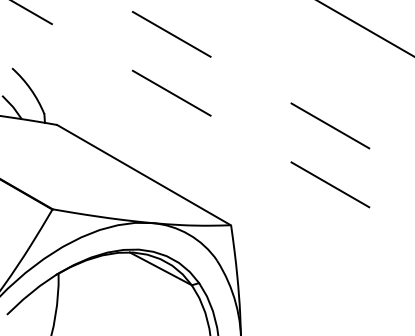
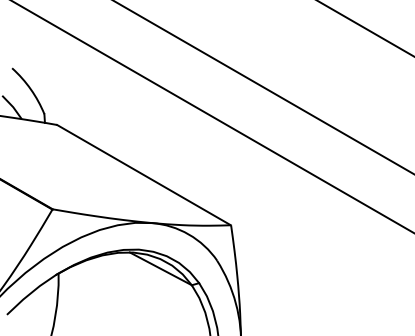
line at (263, 87): dashed -> solid
line at (212, 116): dashed -> solid
